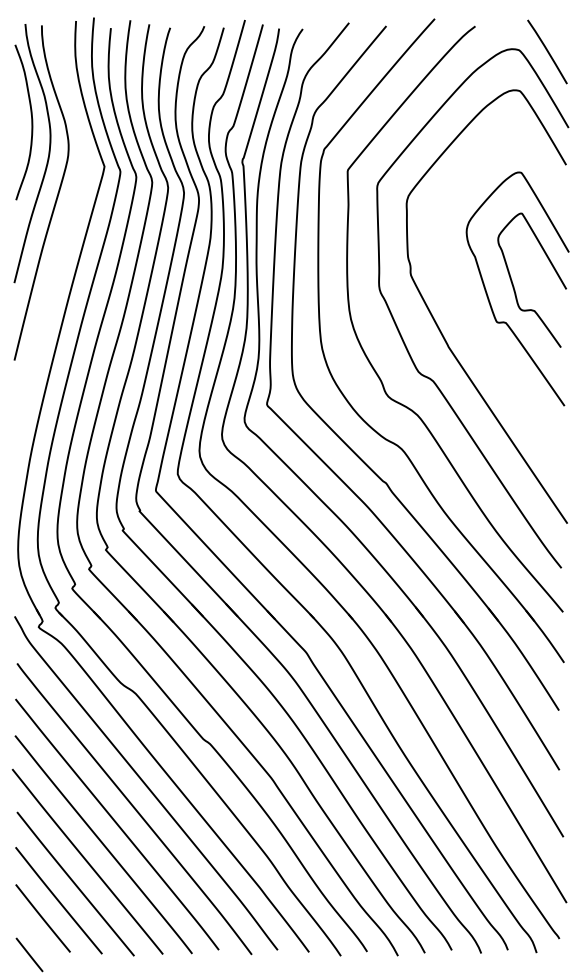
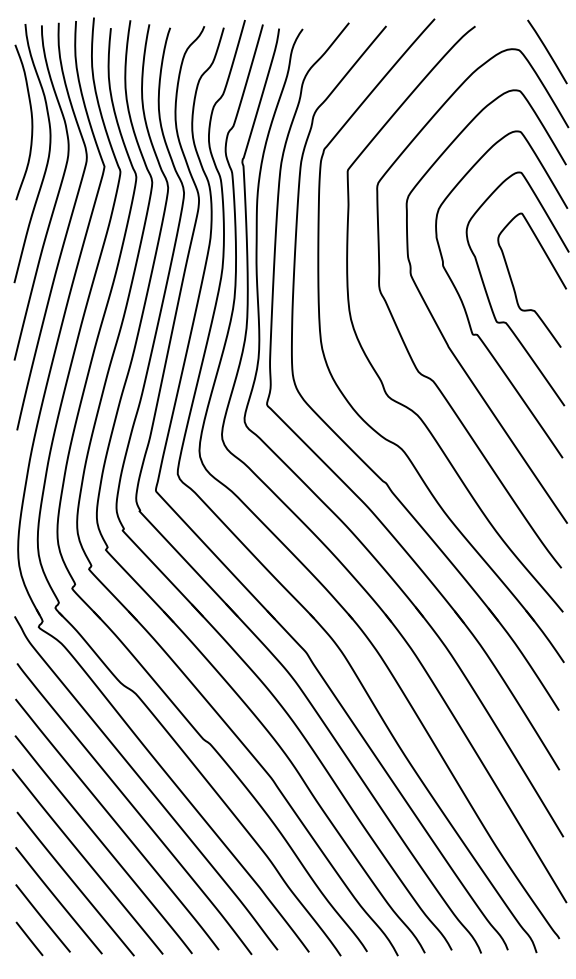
curve at (66, 229): none -> present
curve at (465, 307): none -> present
line at (29, 954) position: (29, 954) -> (29, 938)
